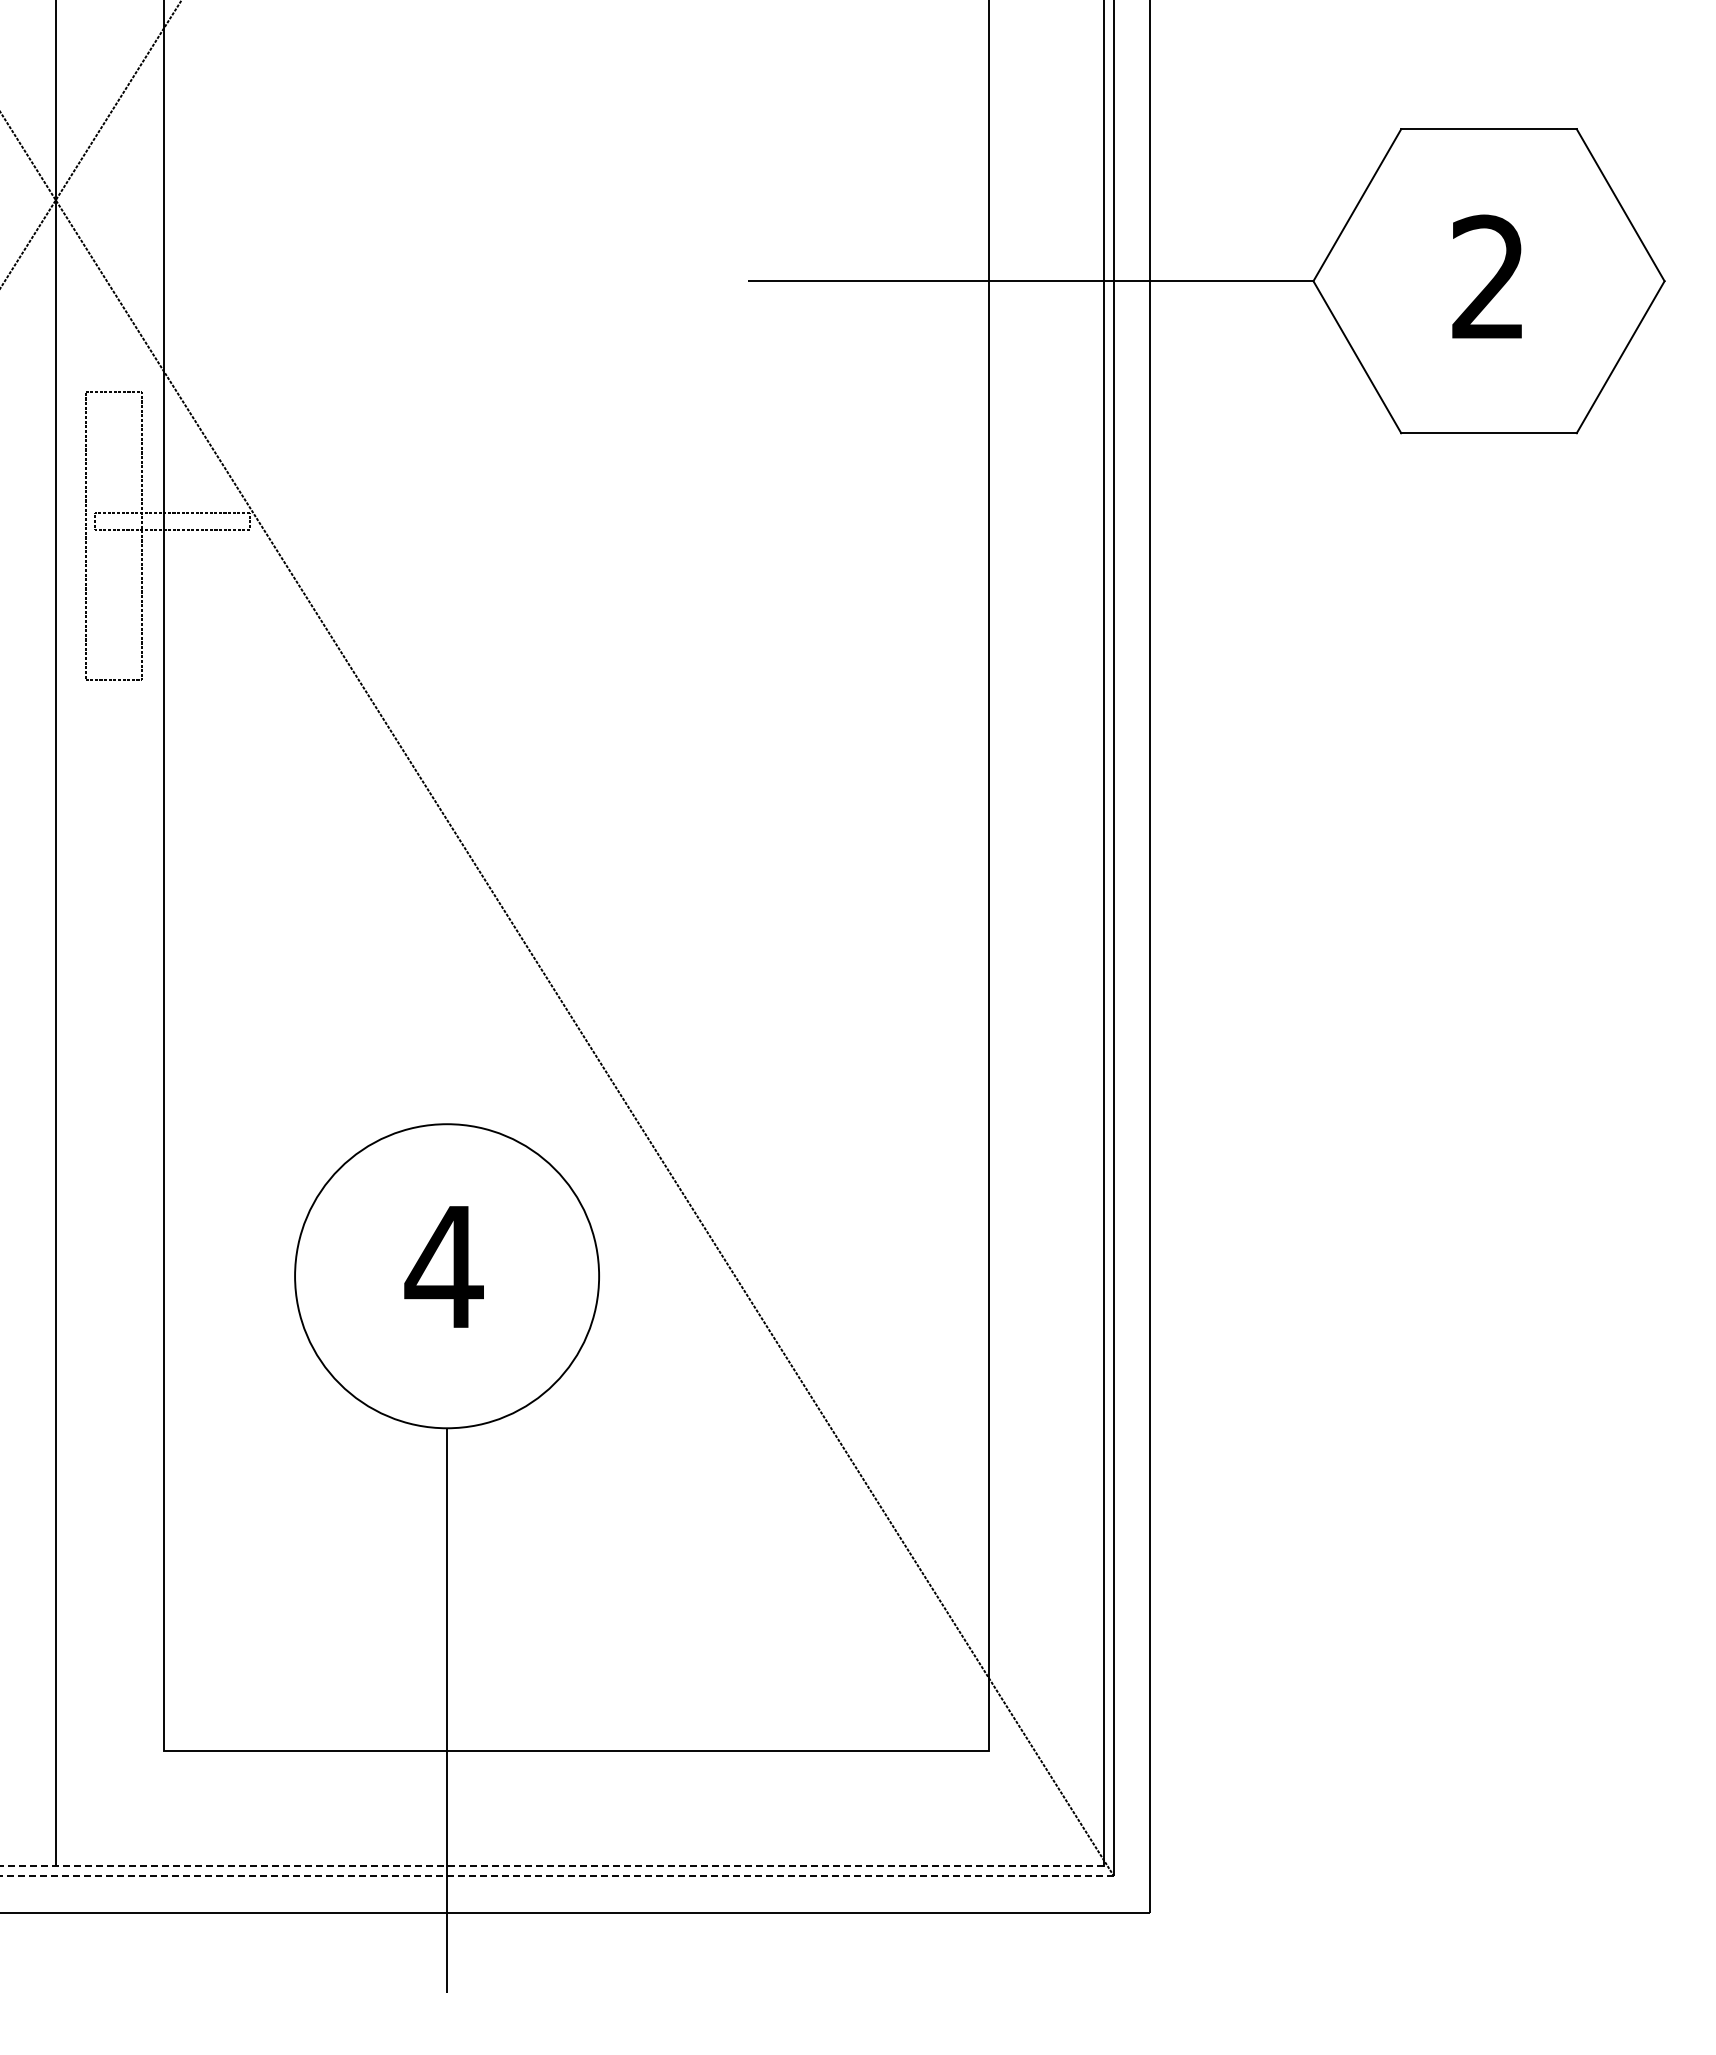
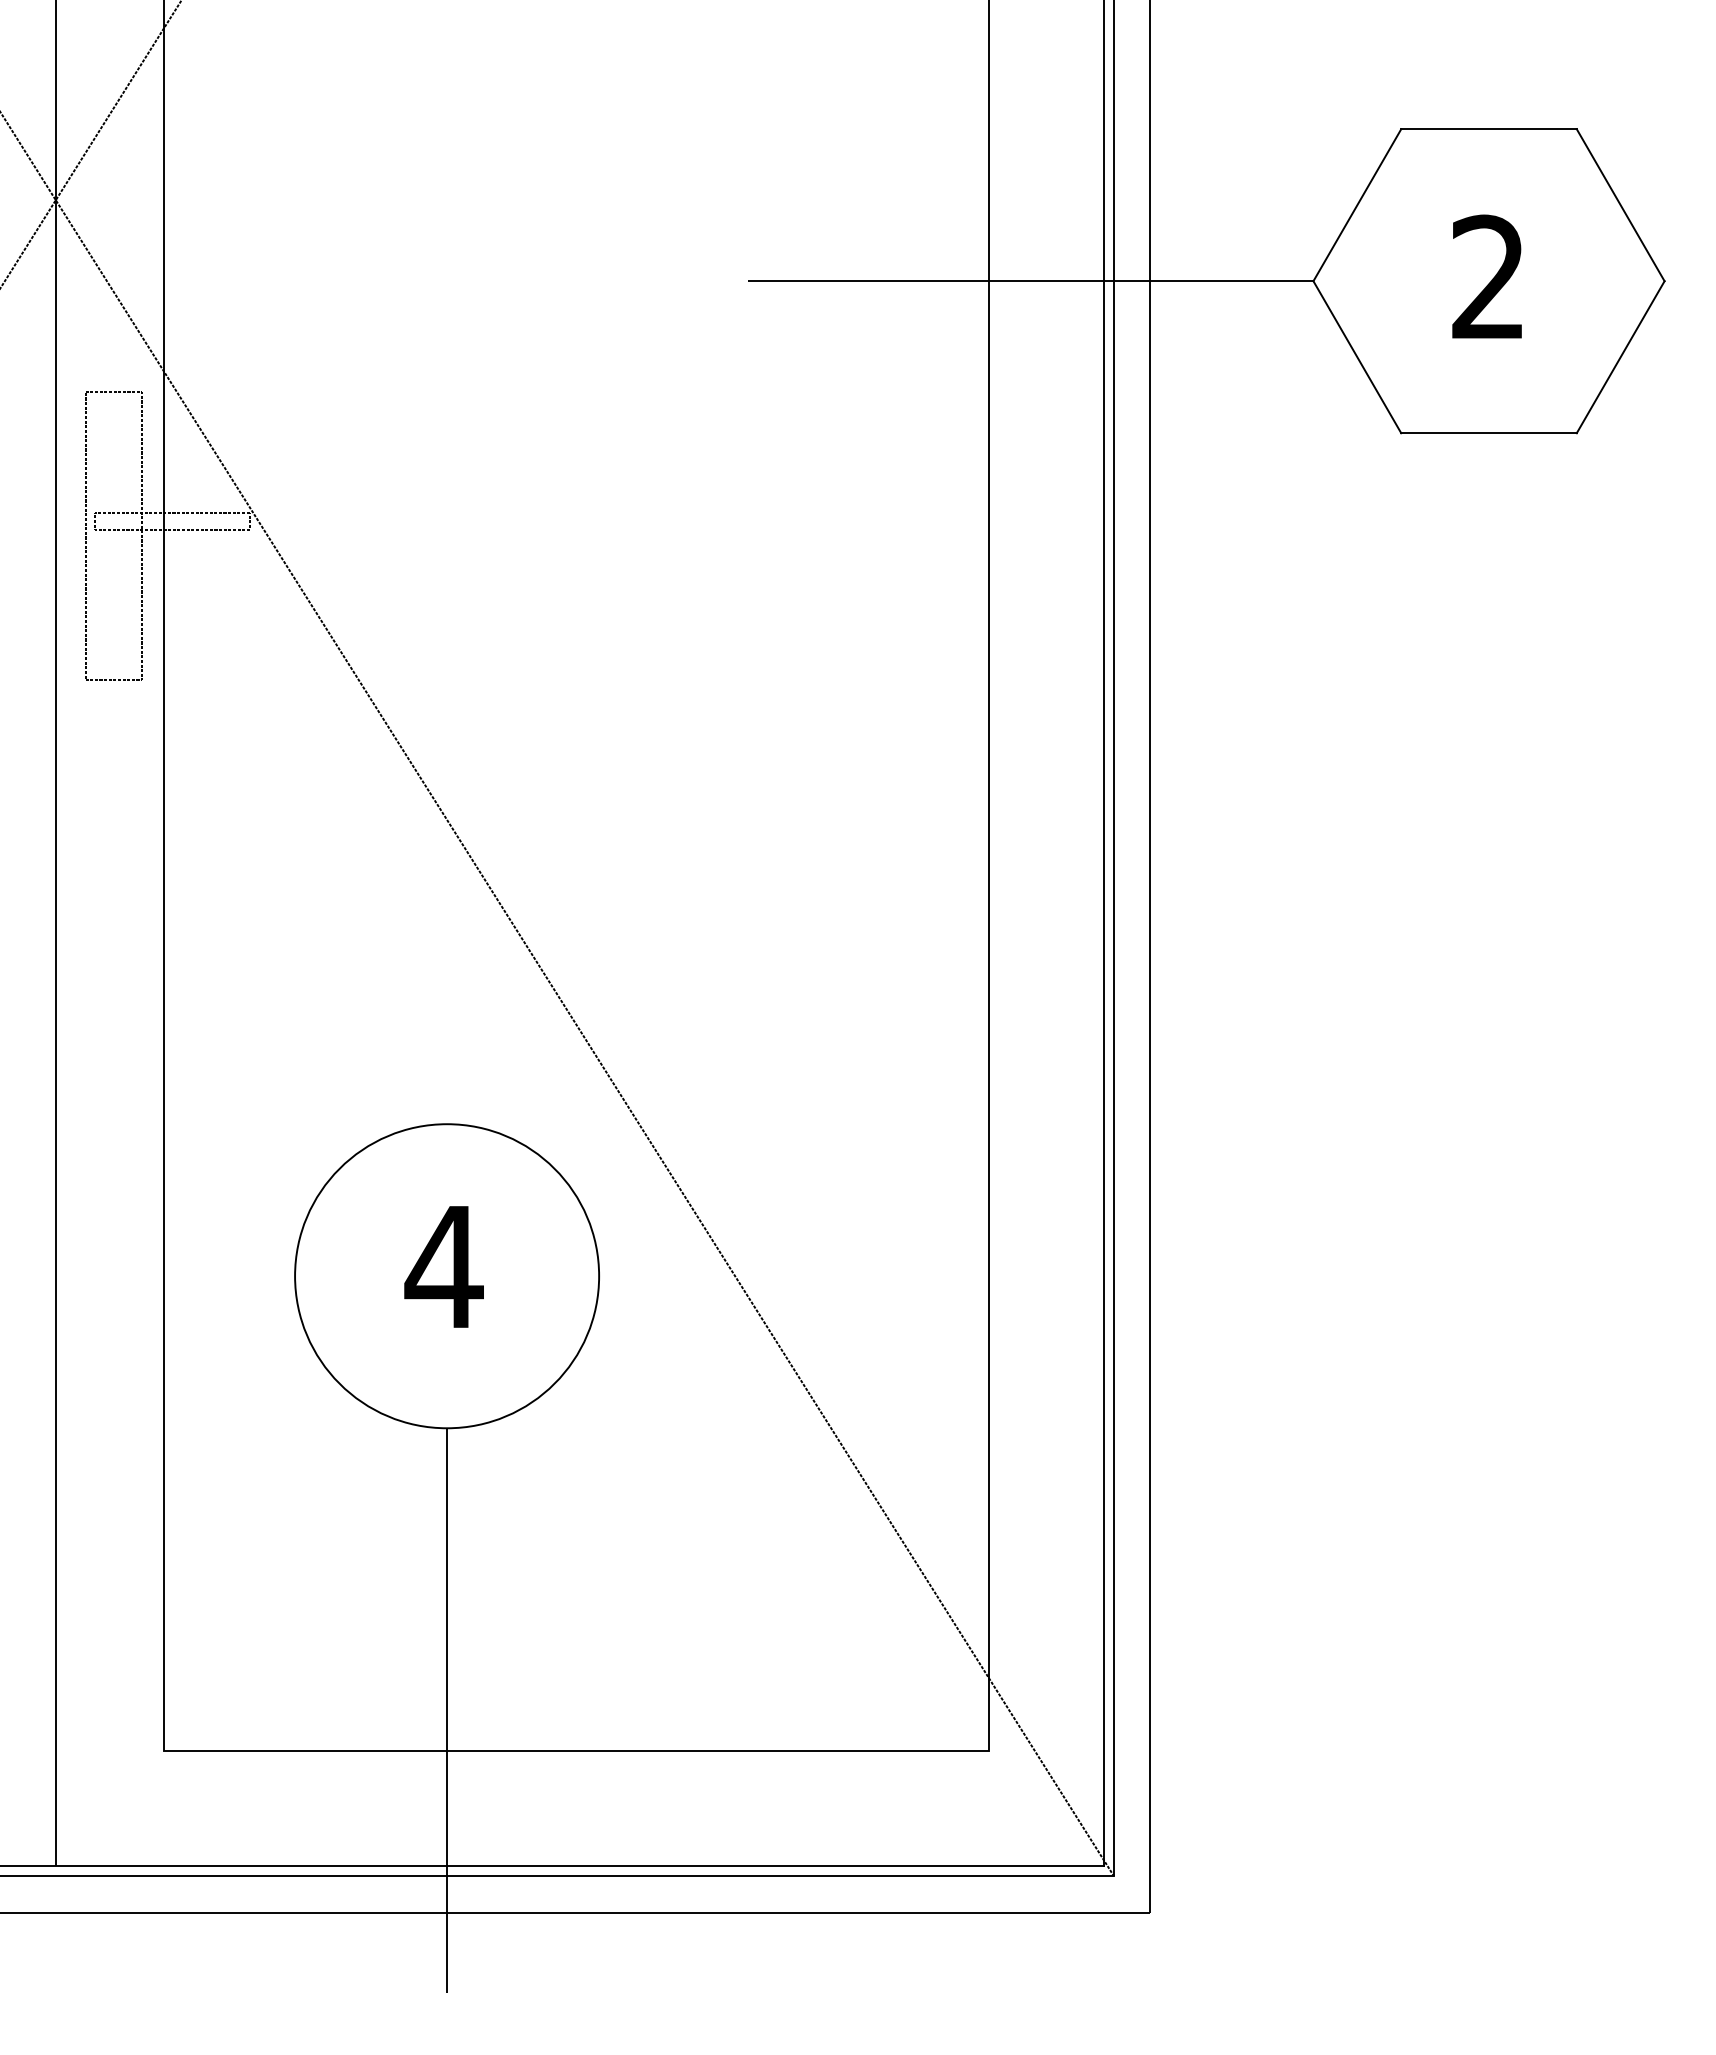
line at (552, 1866): dashed -> solid
line at (557, 1876): dashed -> solid
